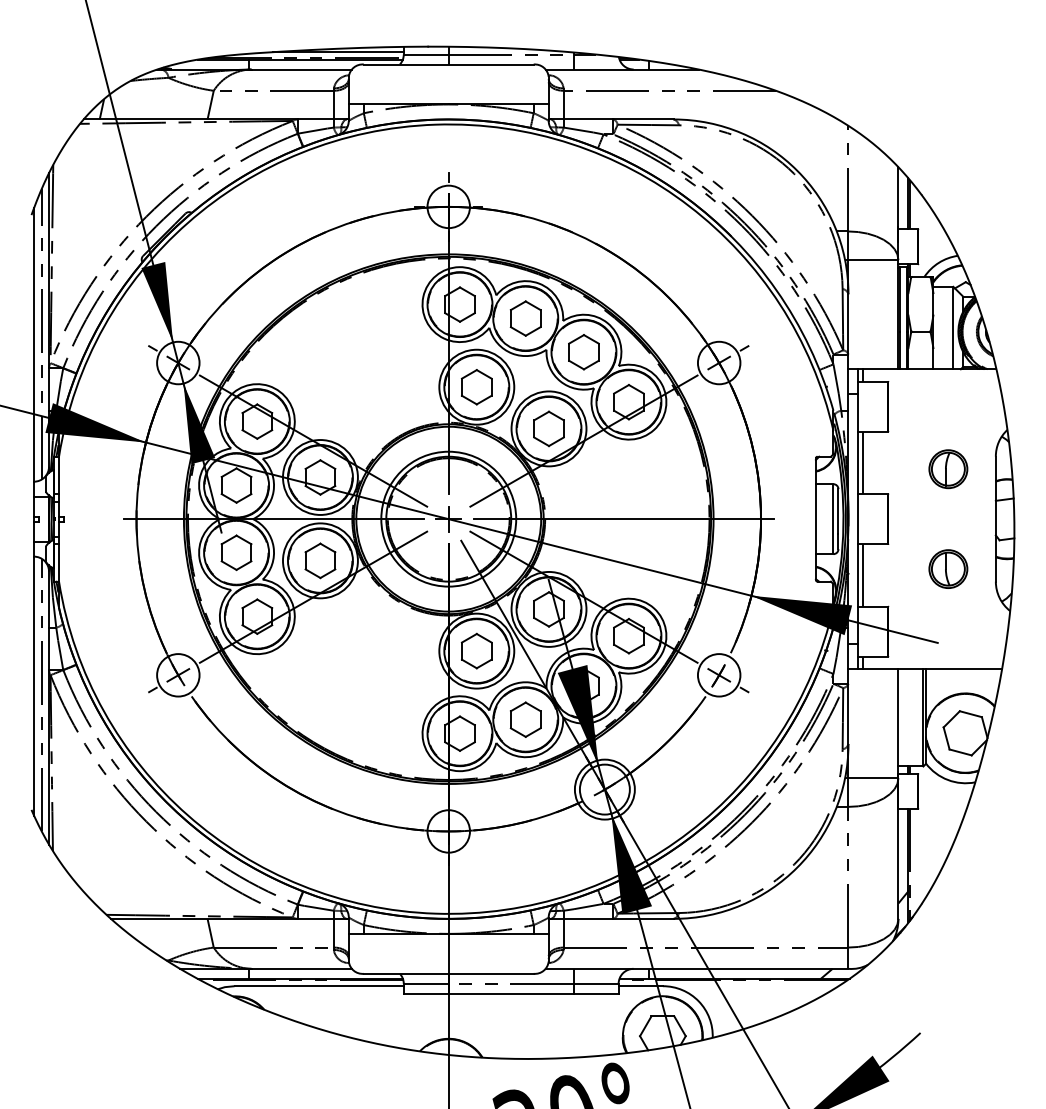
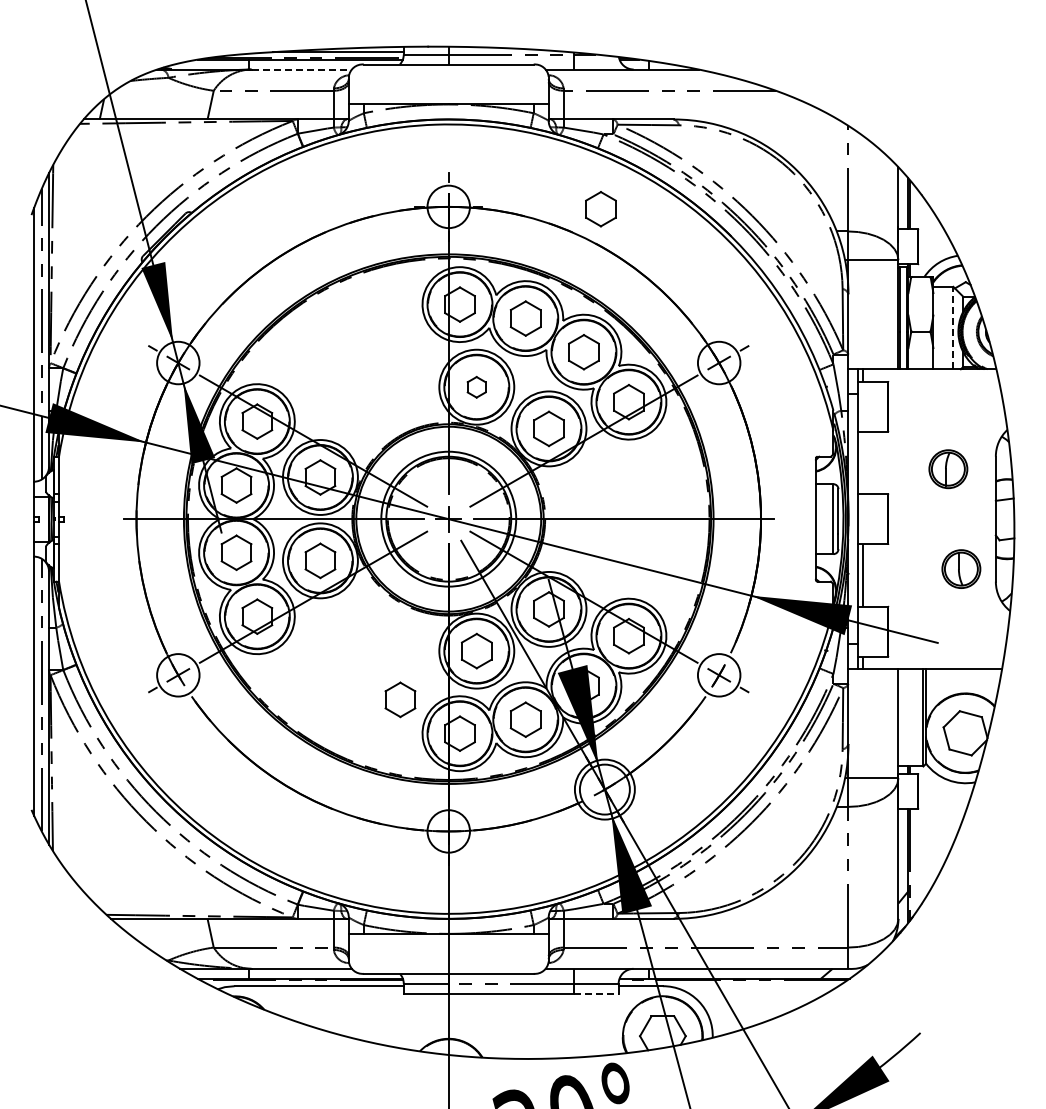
line at (302, 69): solid -> dashed
part at (600, 209): none -> present
line at (953, 327): solid -> dashed
part at (476, 387) size: 33x37 px -> 21x24 px
line at (863, 462): present -> none
part at (948, 568) position: (948, 568) -> (961, 568)
part at (400, 699): none -> present
line at (596, 993): solid -> dashed
